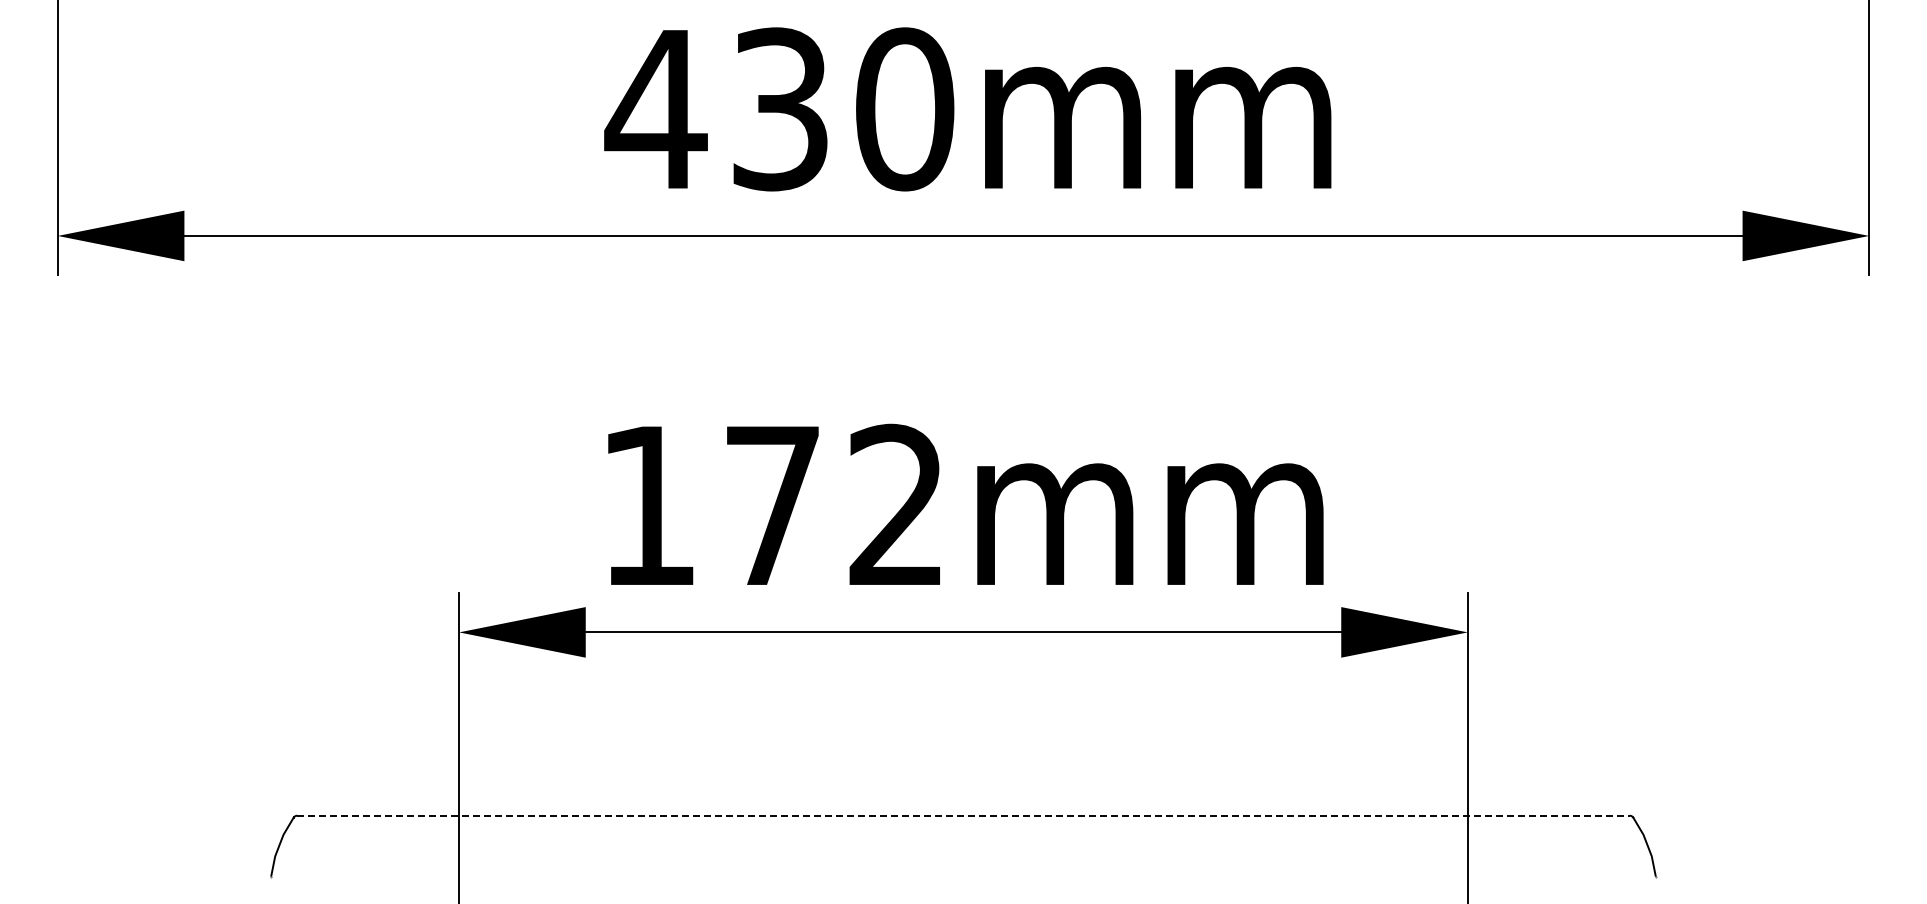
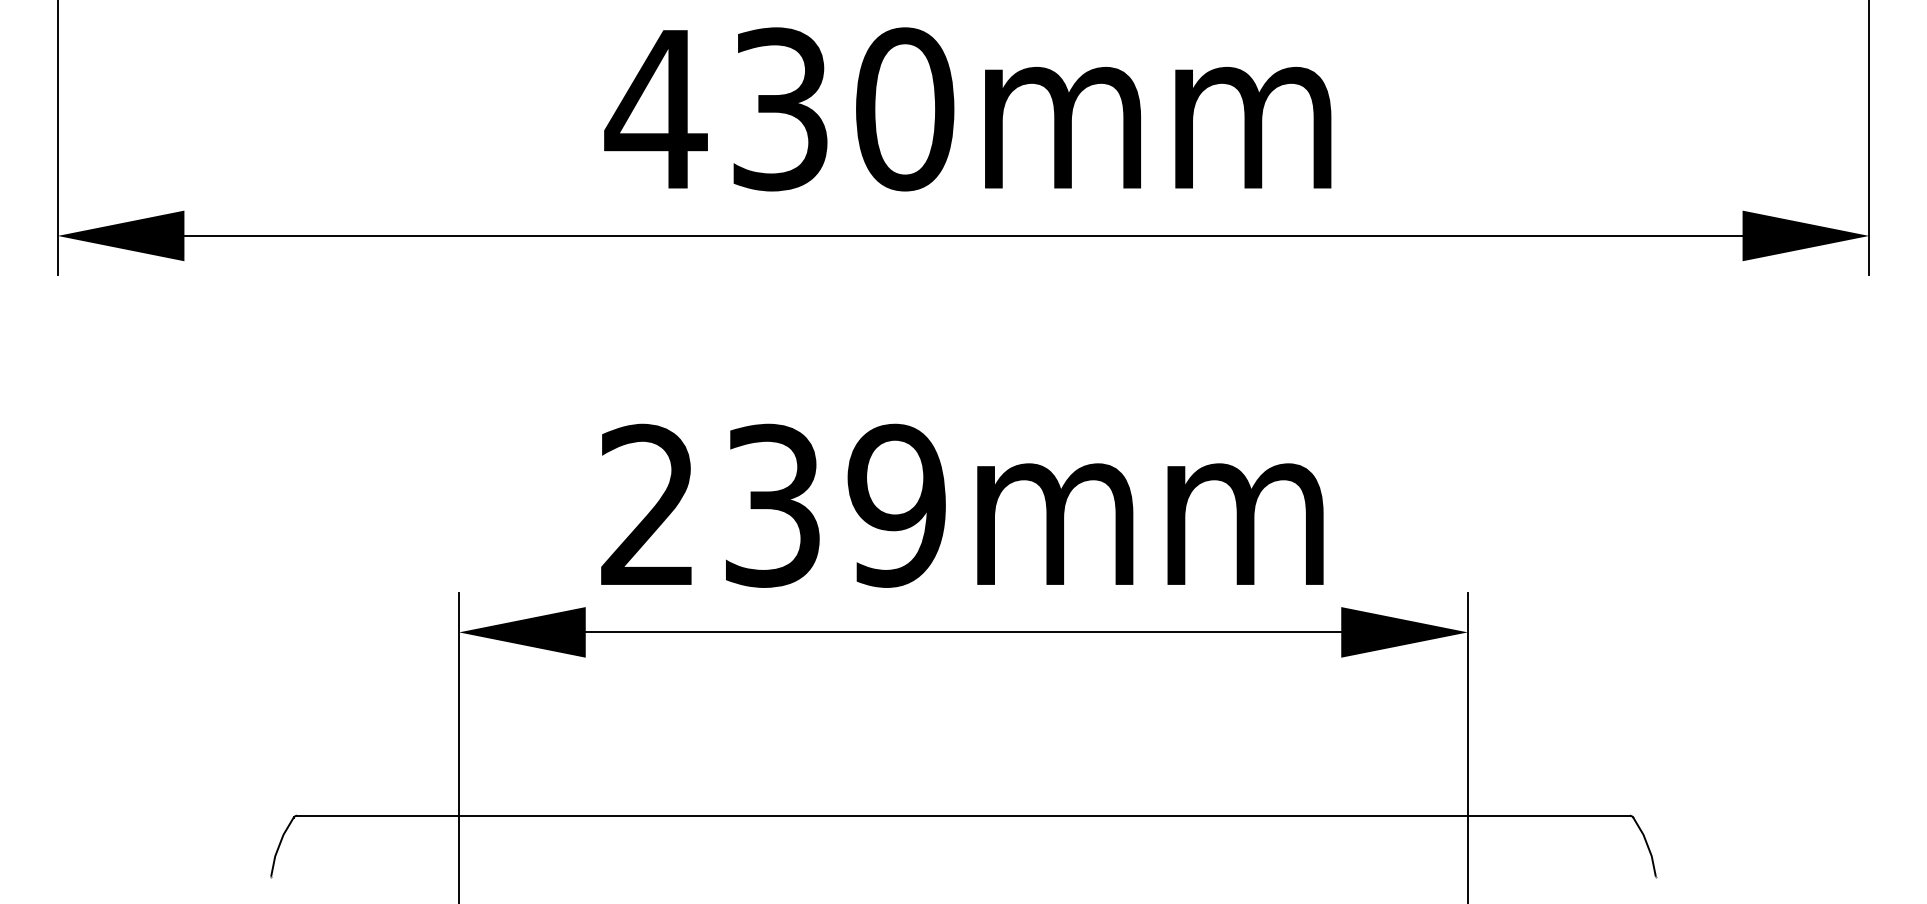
text at (773, 505): 172mm -> 239mm
line at (963, 815): dashed -> solid
